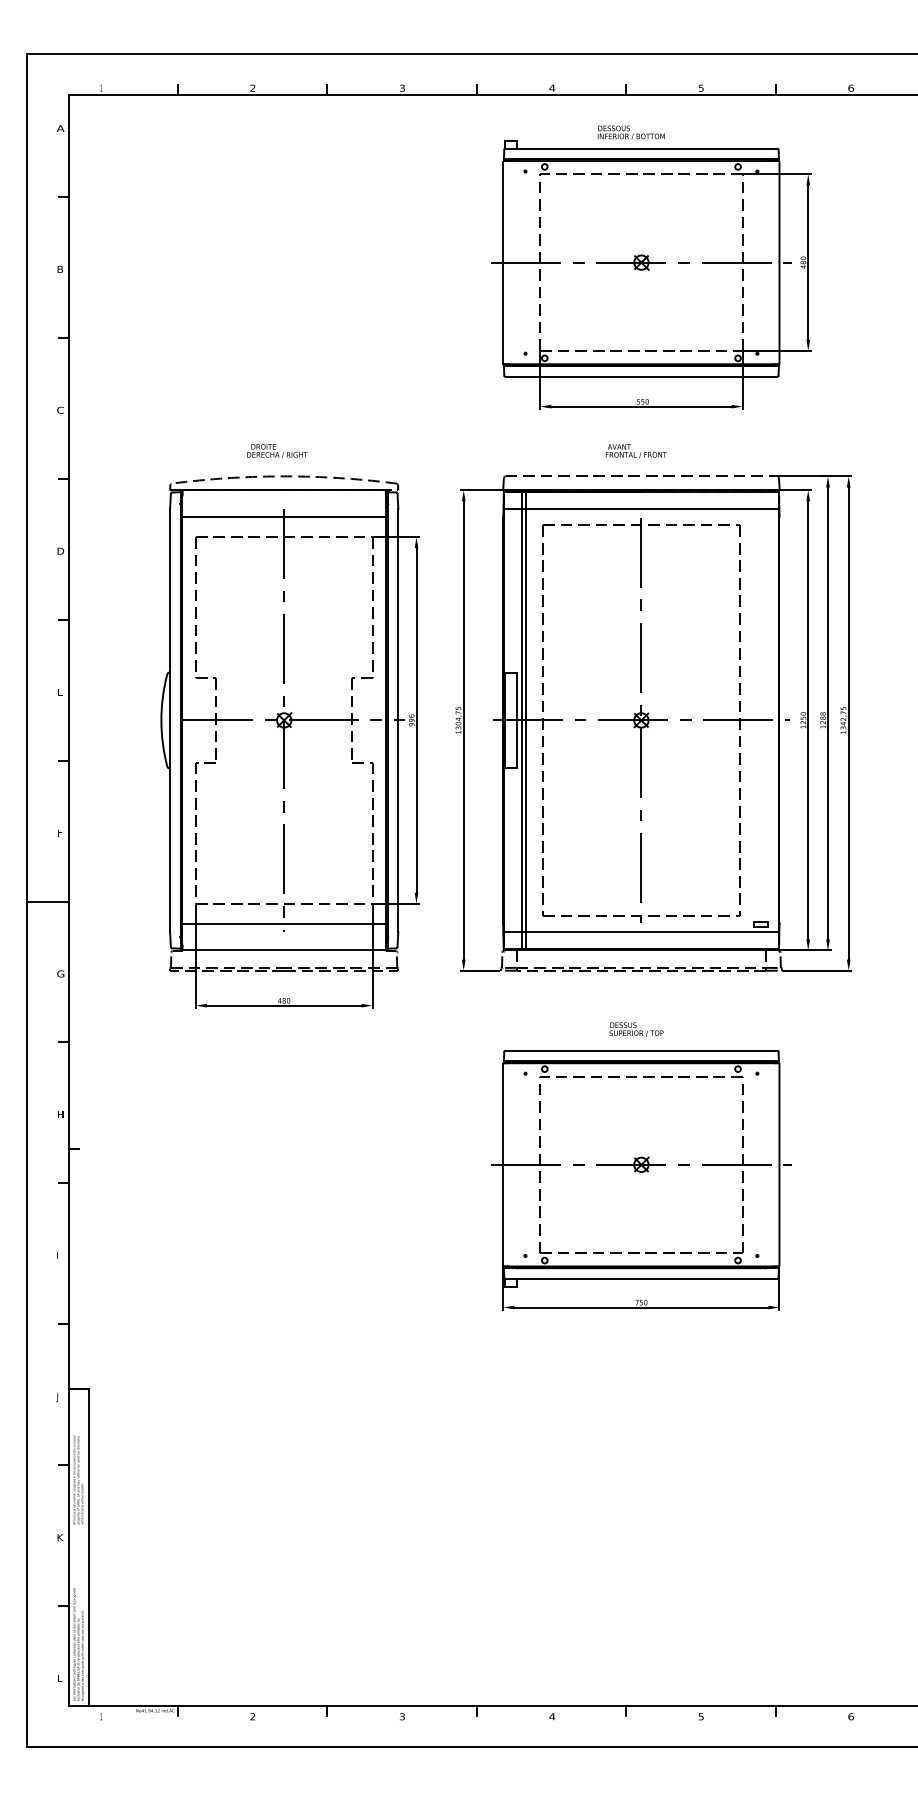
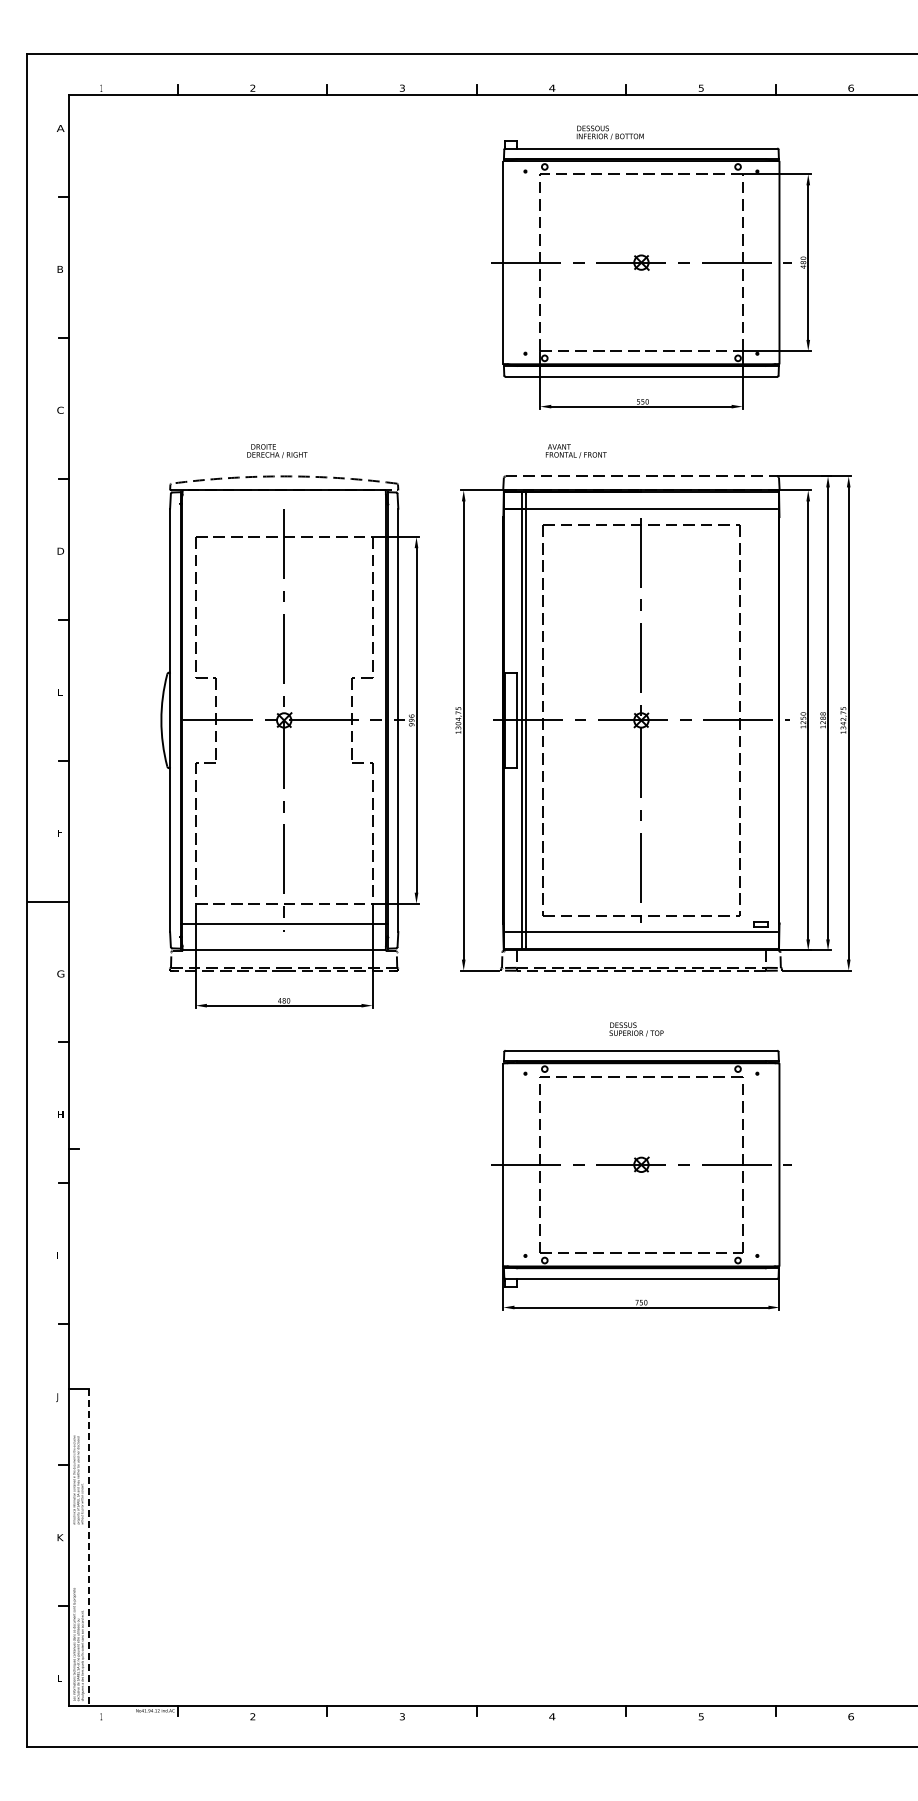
text at (630, 132) position: (630, 132) -> (609, 132)
text at (635, 451) position: (635, 451) -> (575, 451)
line at (283, 517): present -> none
line at (89, 1547): solid -> dashed
